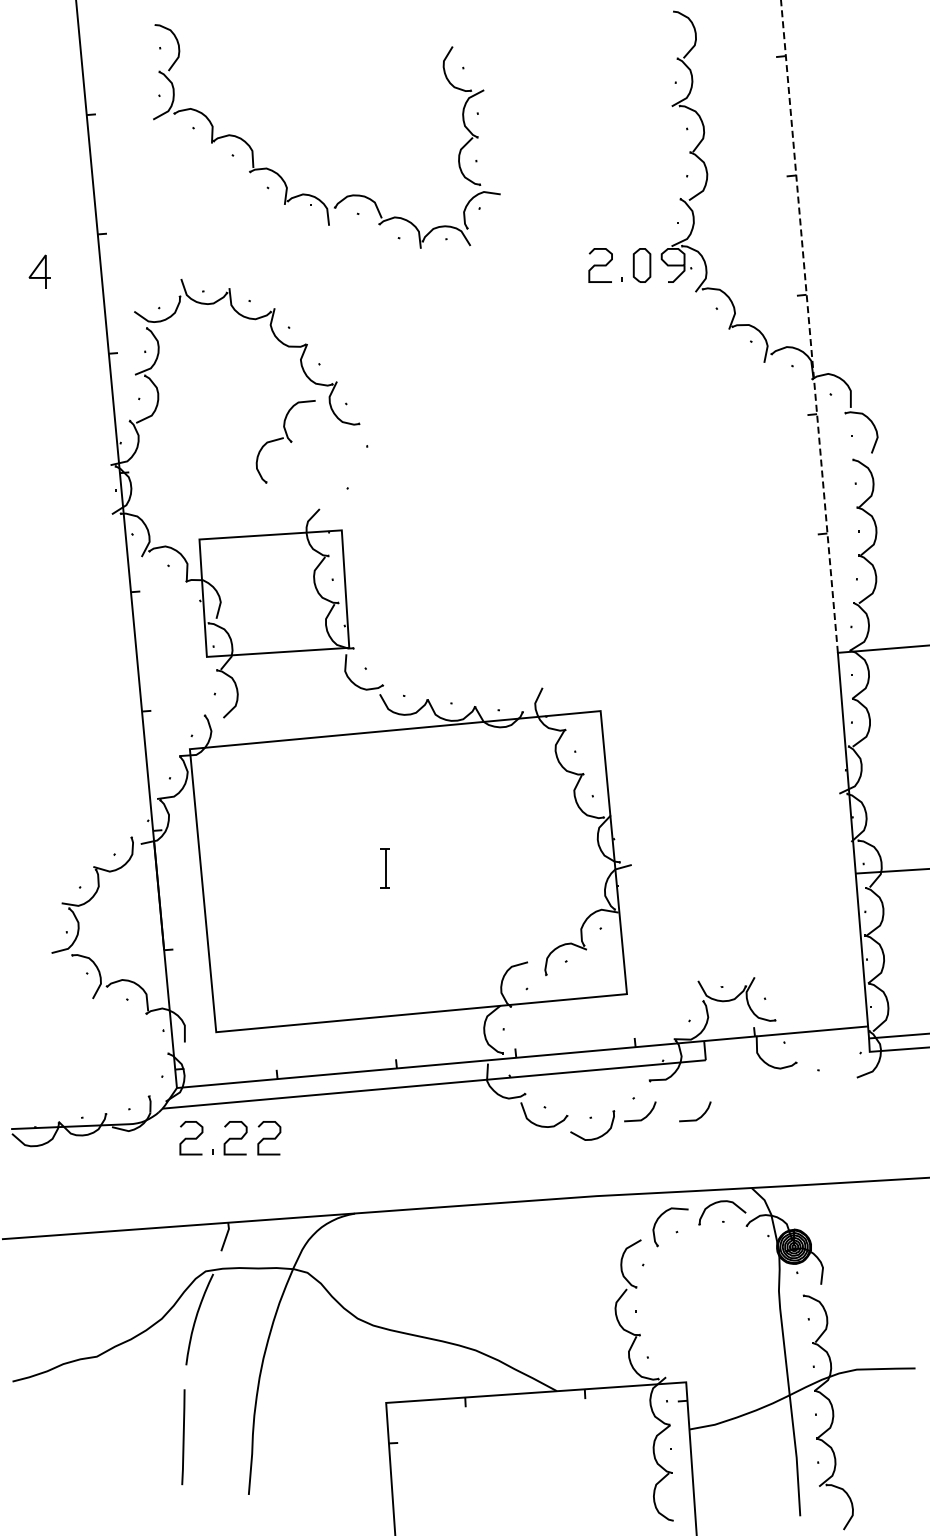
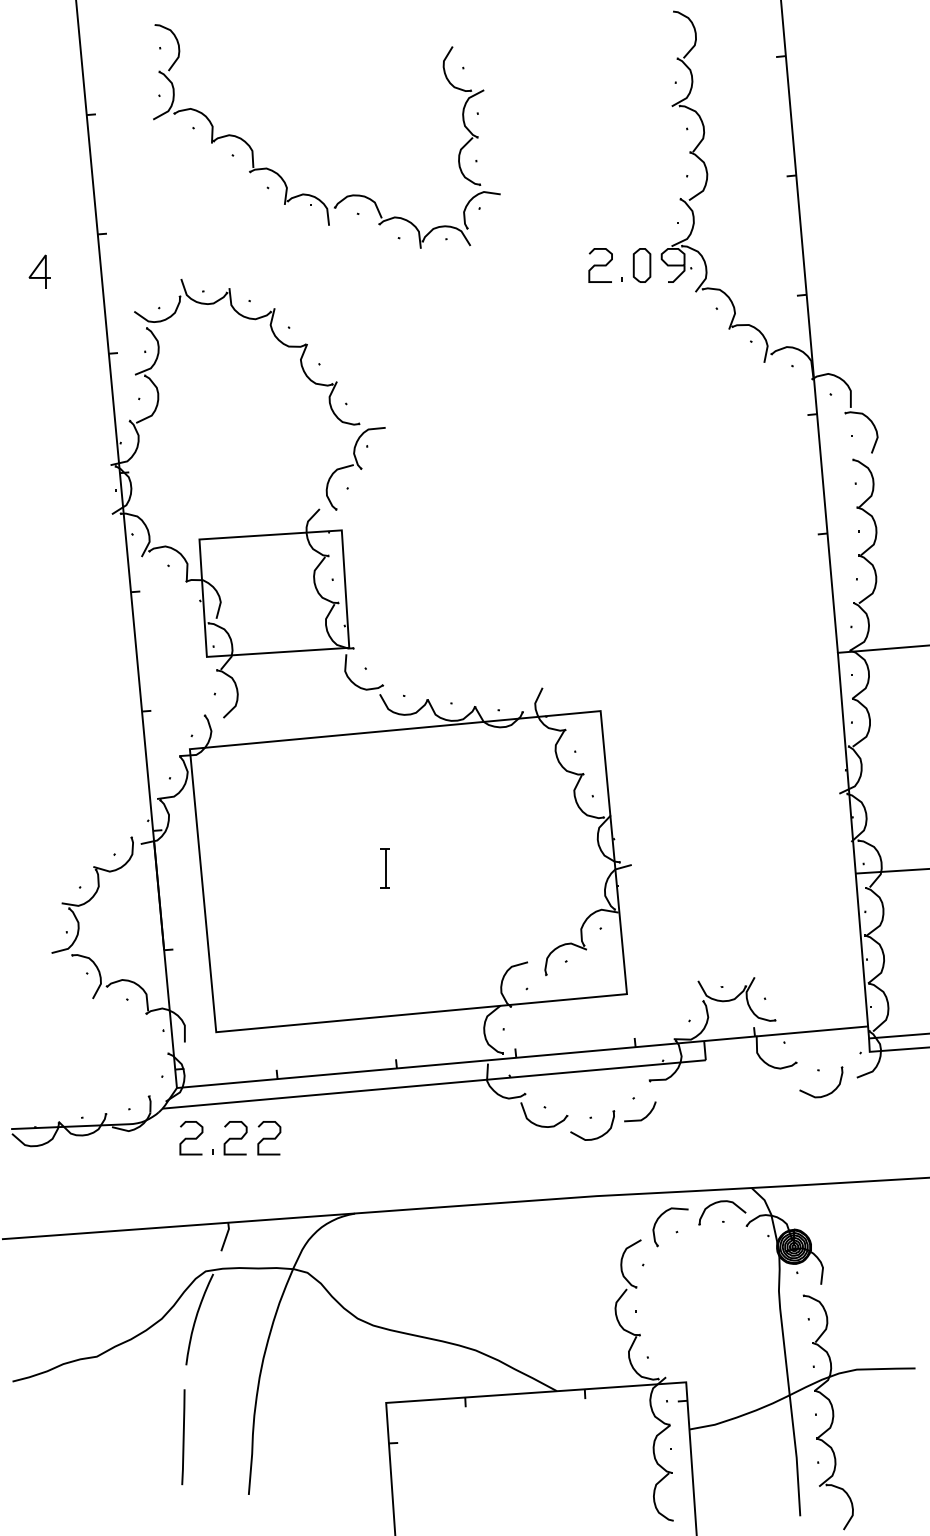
line at (809, 326): dashed -> solid
part at (285, 441) position: (285, 441) -> (355, 468)
part at (827, 1093): none -> present
curve at (698, 1117): present -> none
